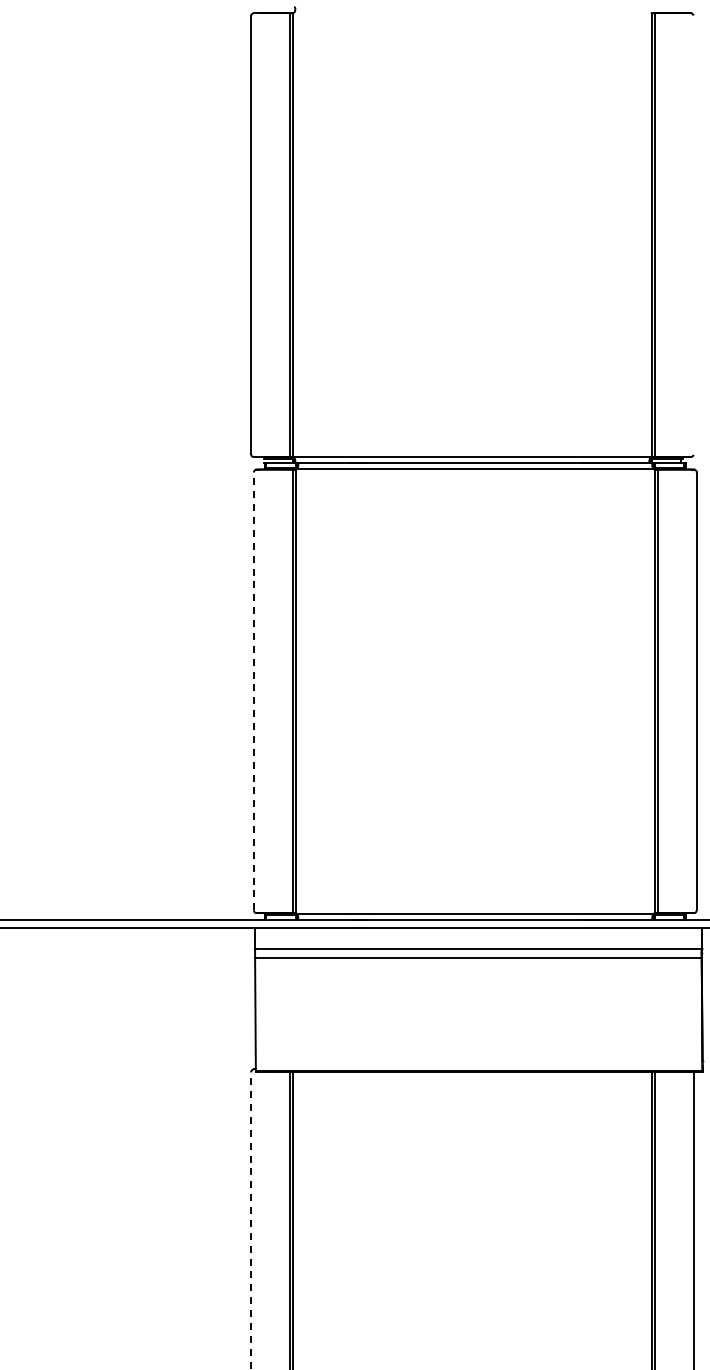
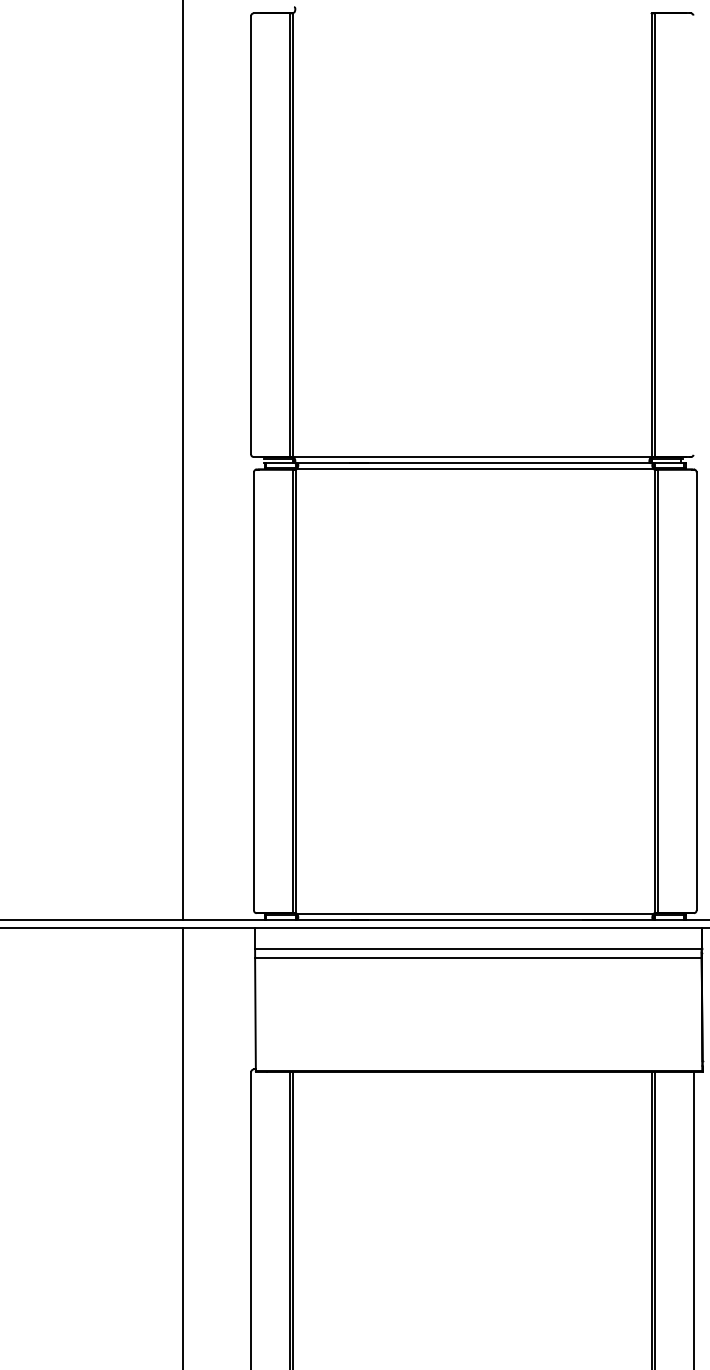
line at (182, 460): none -> present
line at (253, 691): dashed -> solid
line at (182, 1147): none -> present
line at (251, 1220): dashed -> solid
